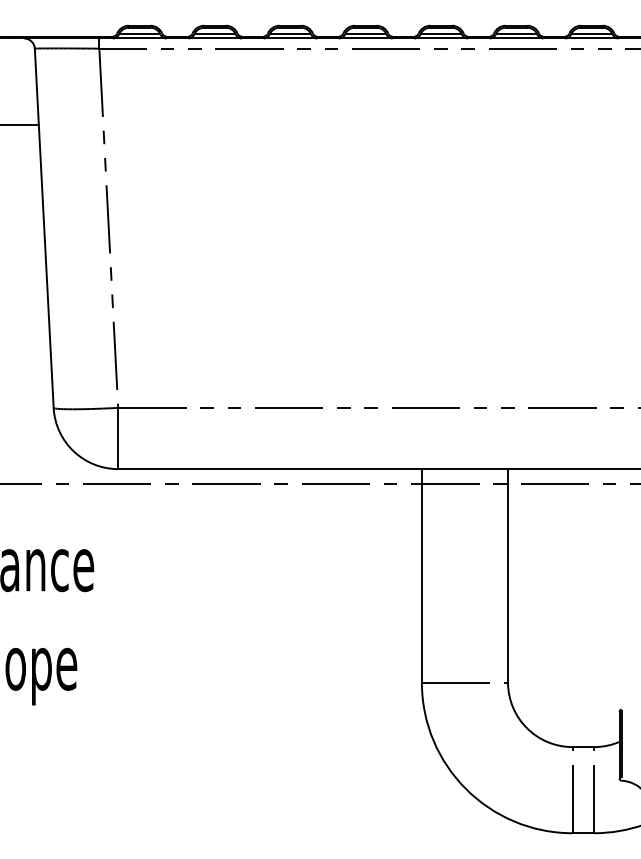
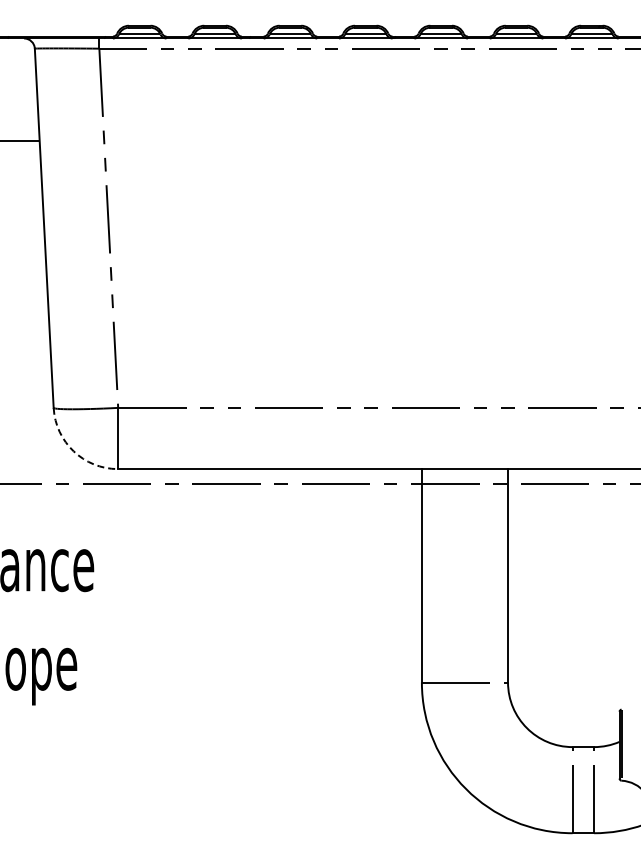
line at (20, 124) position: (20, 124) -> (20, 140)
arc at (73, 451): solid -> dashed
